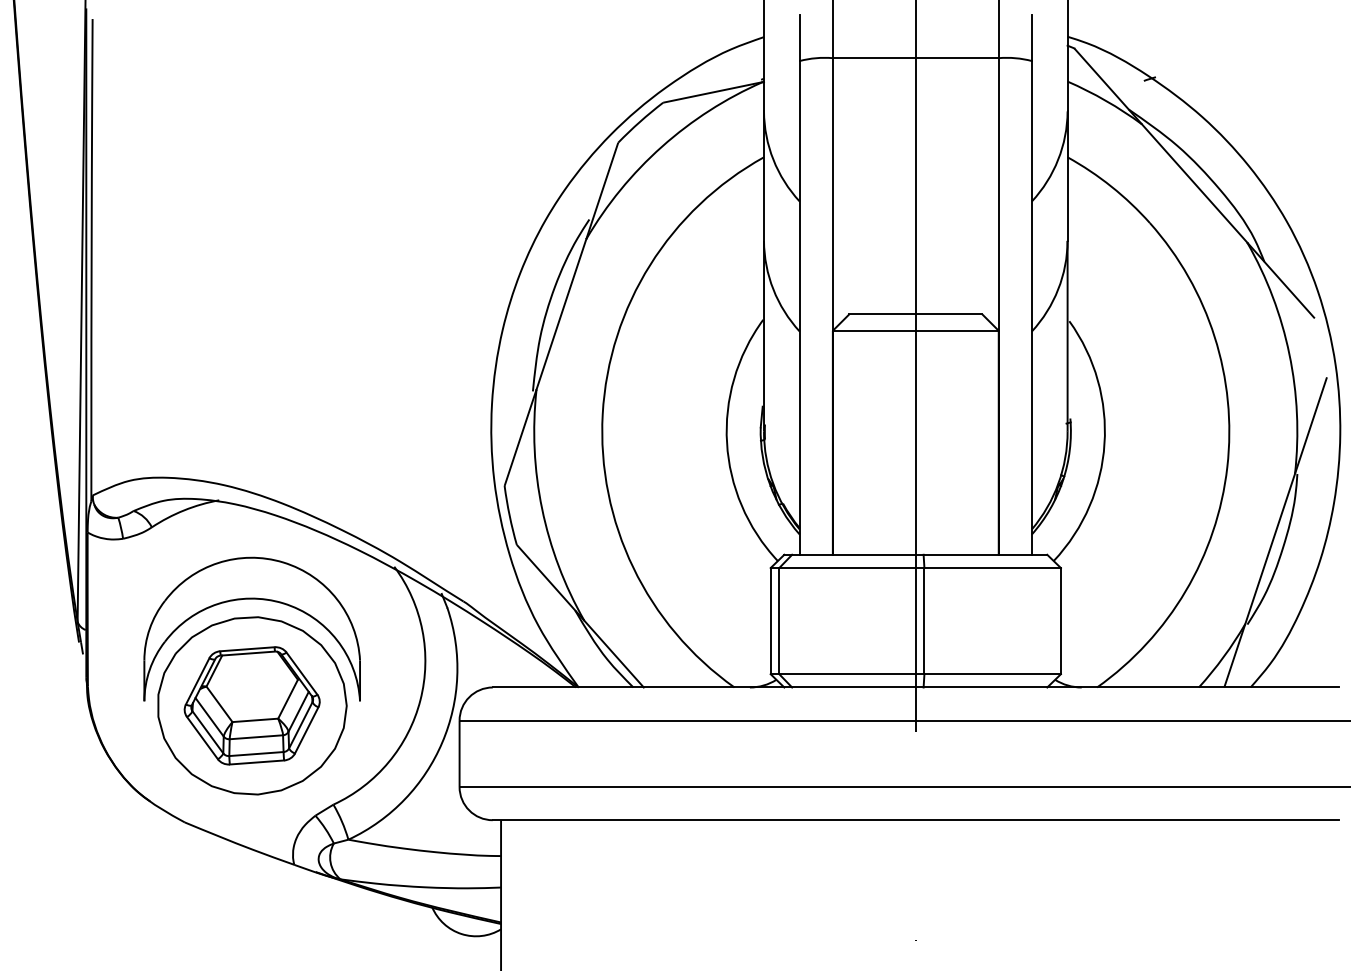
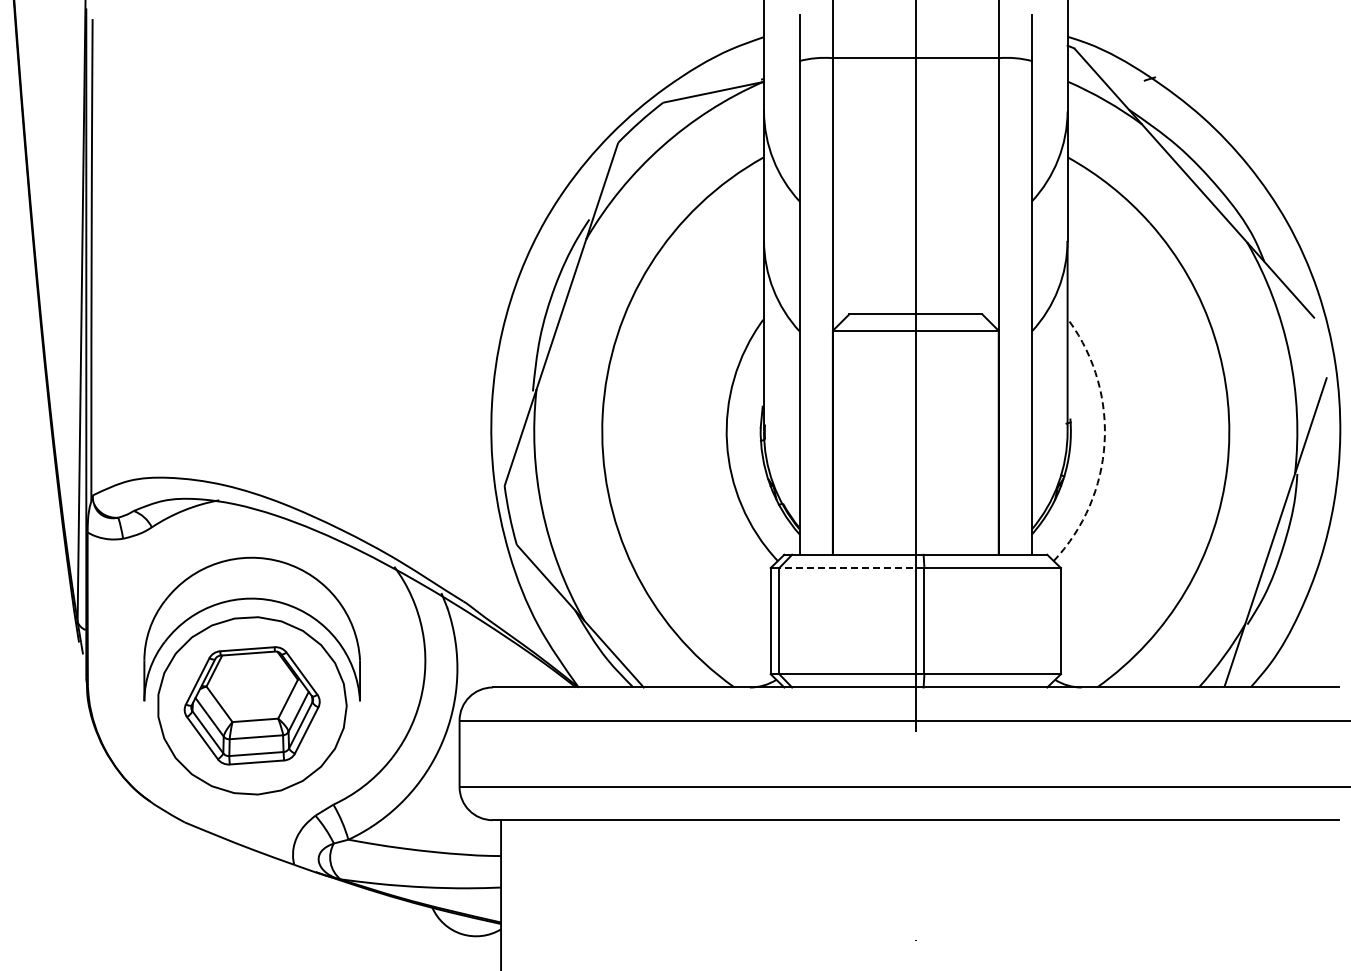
arc at (1104, 443): solid -> dashed
line at (851, 568): solid -> dashed
